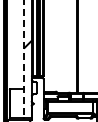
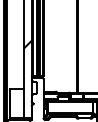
line at (23, 59): dashed -> solid
